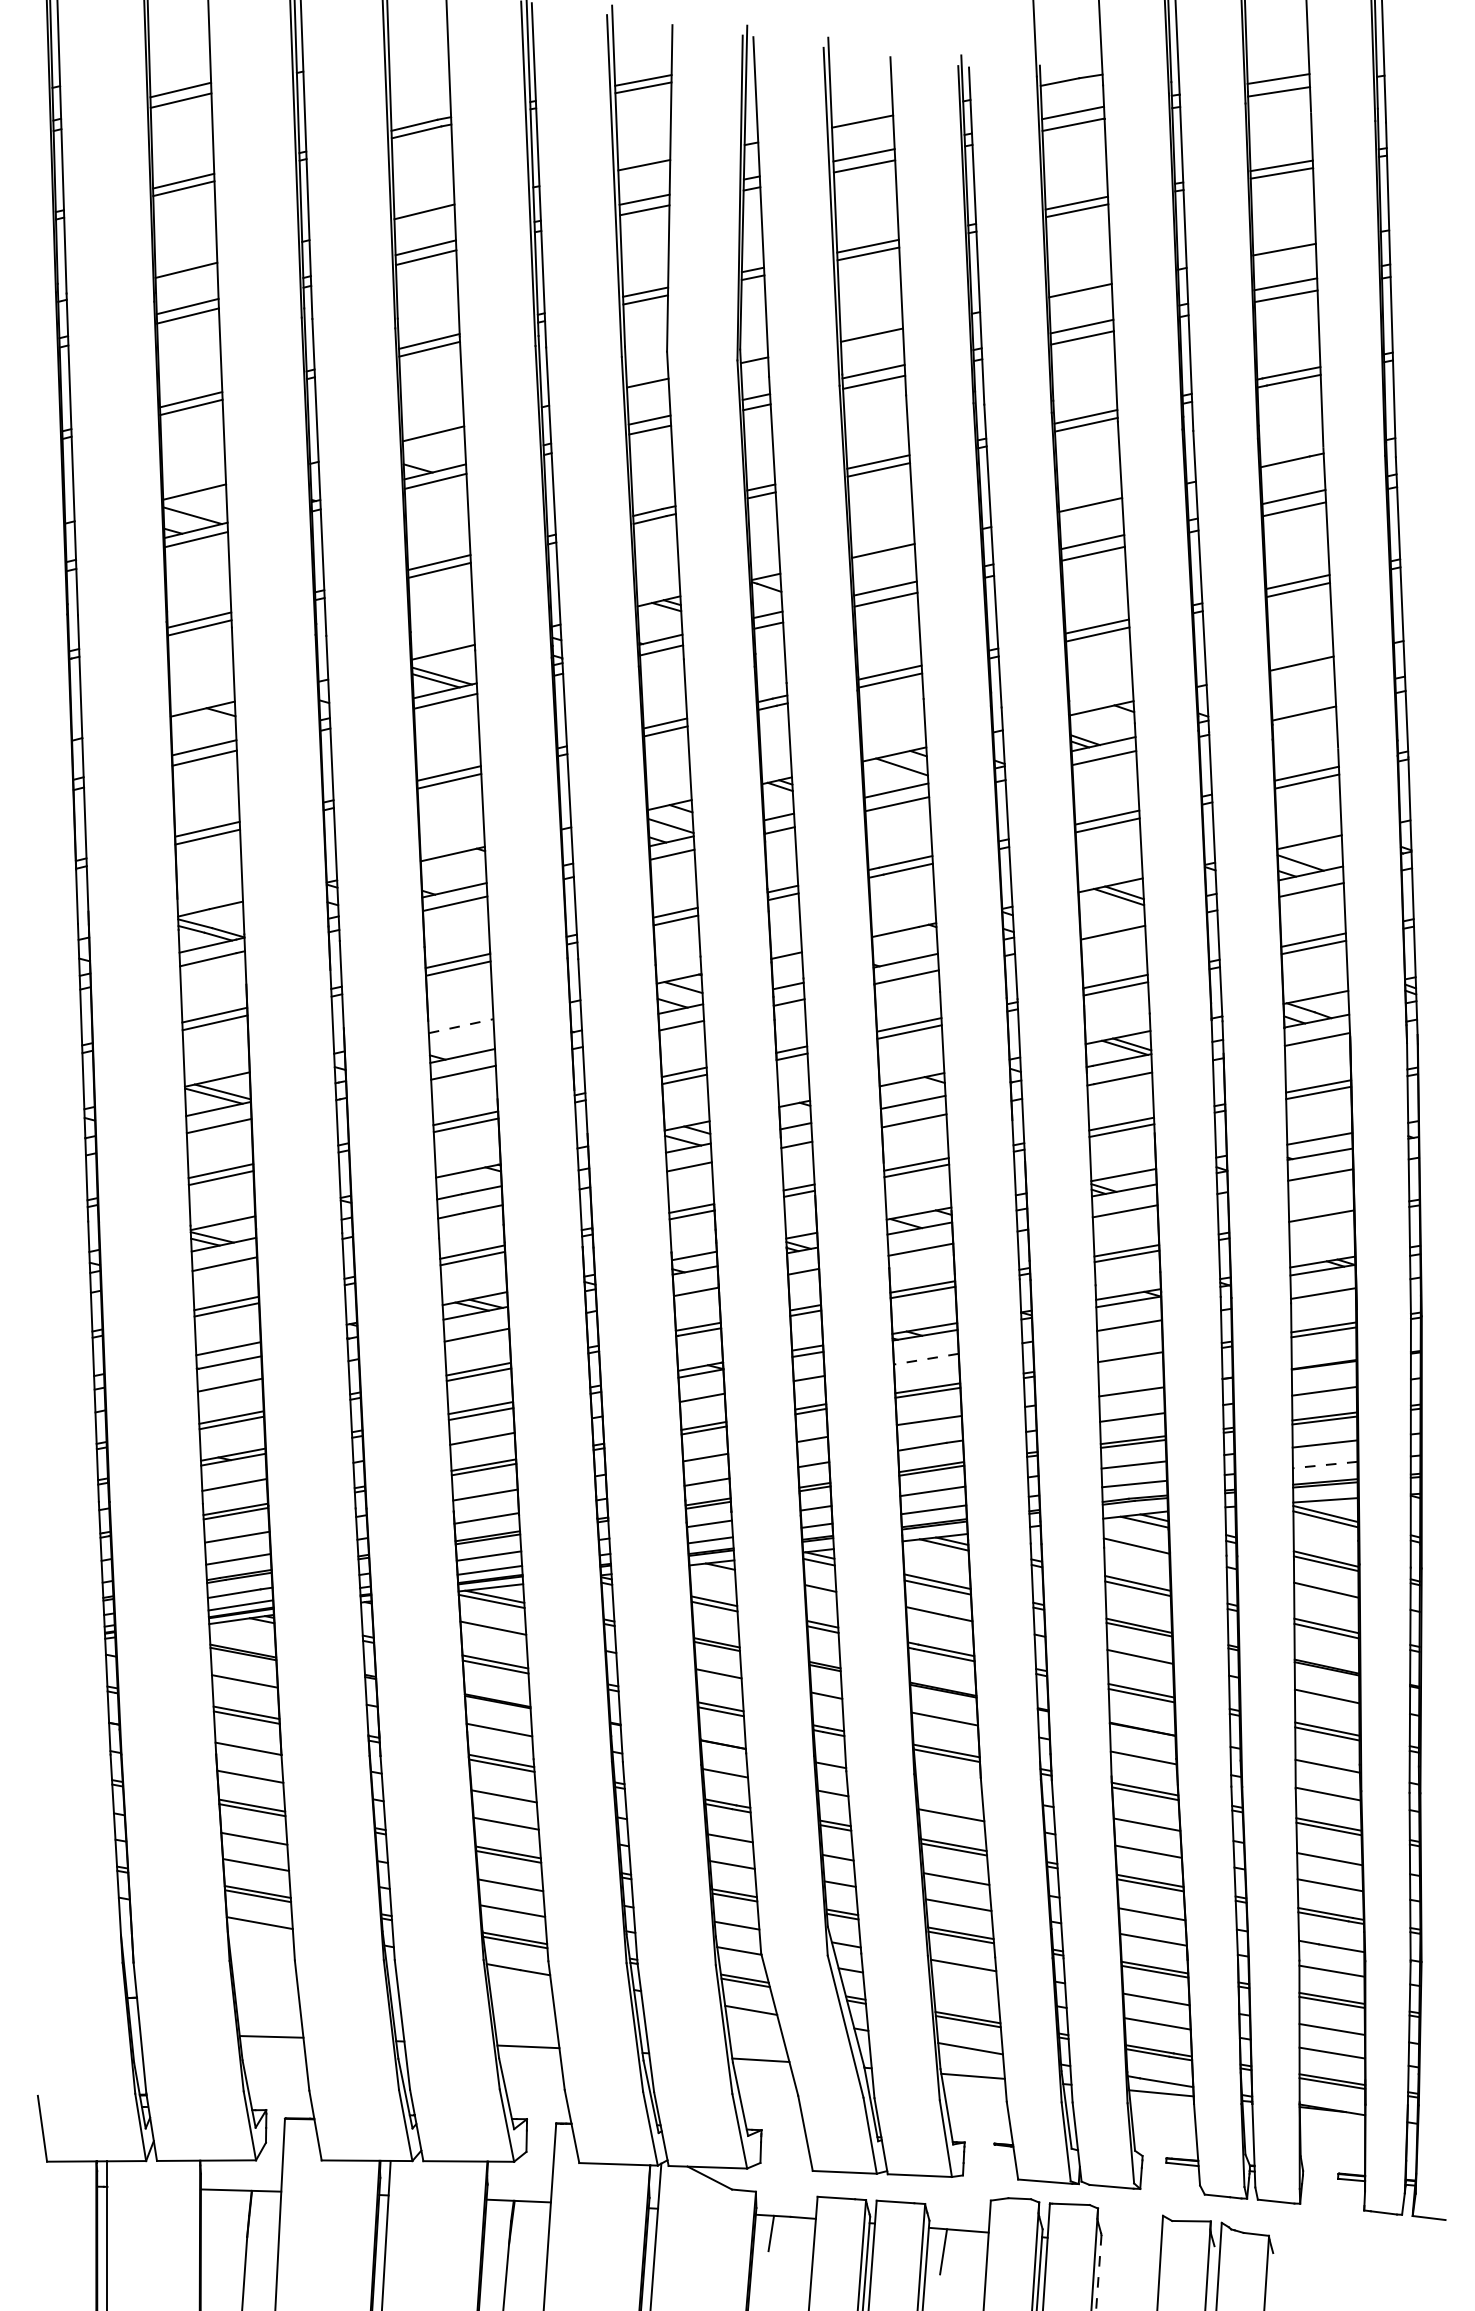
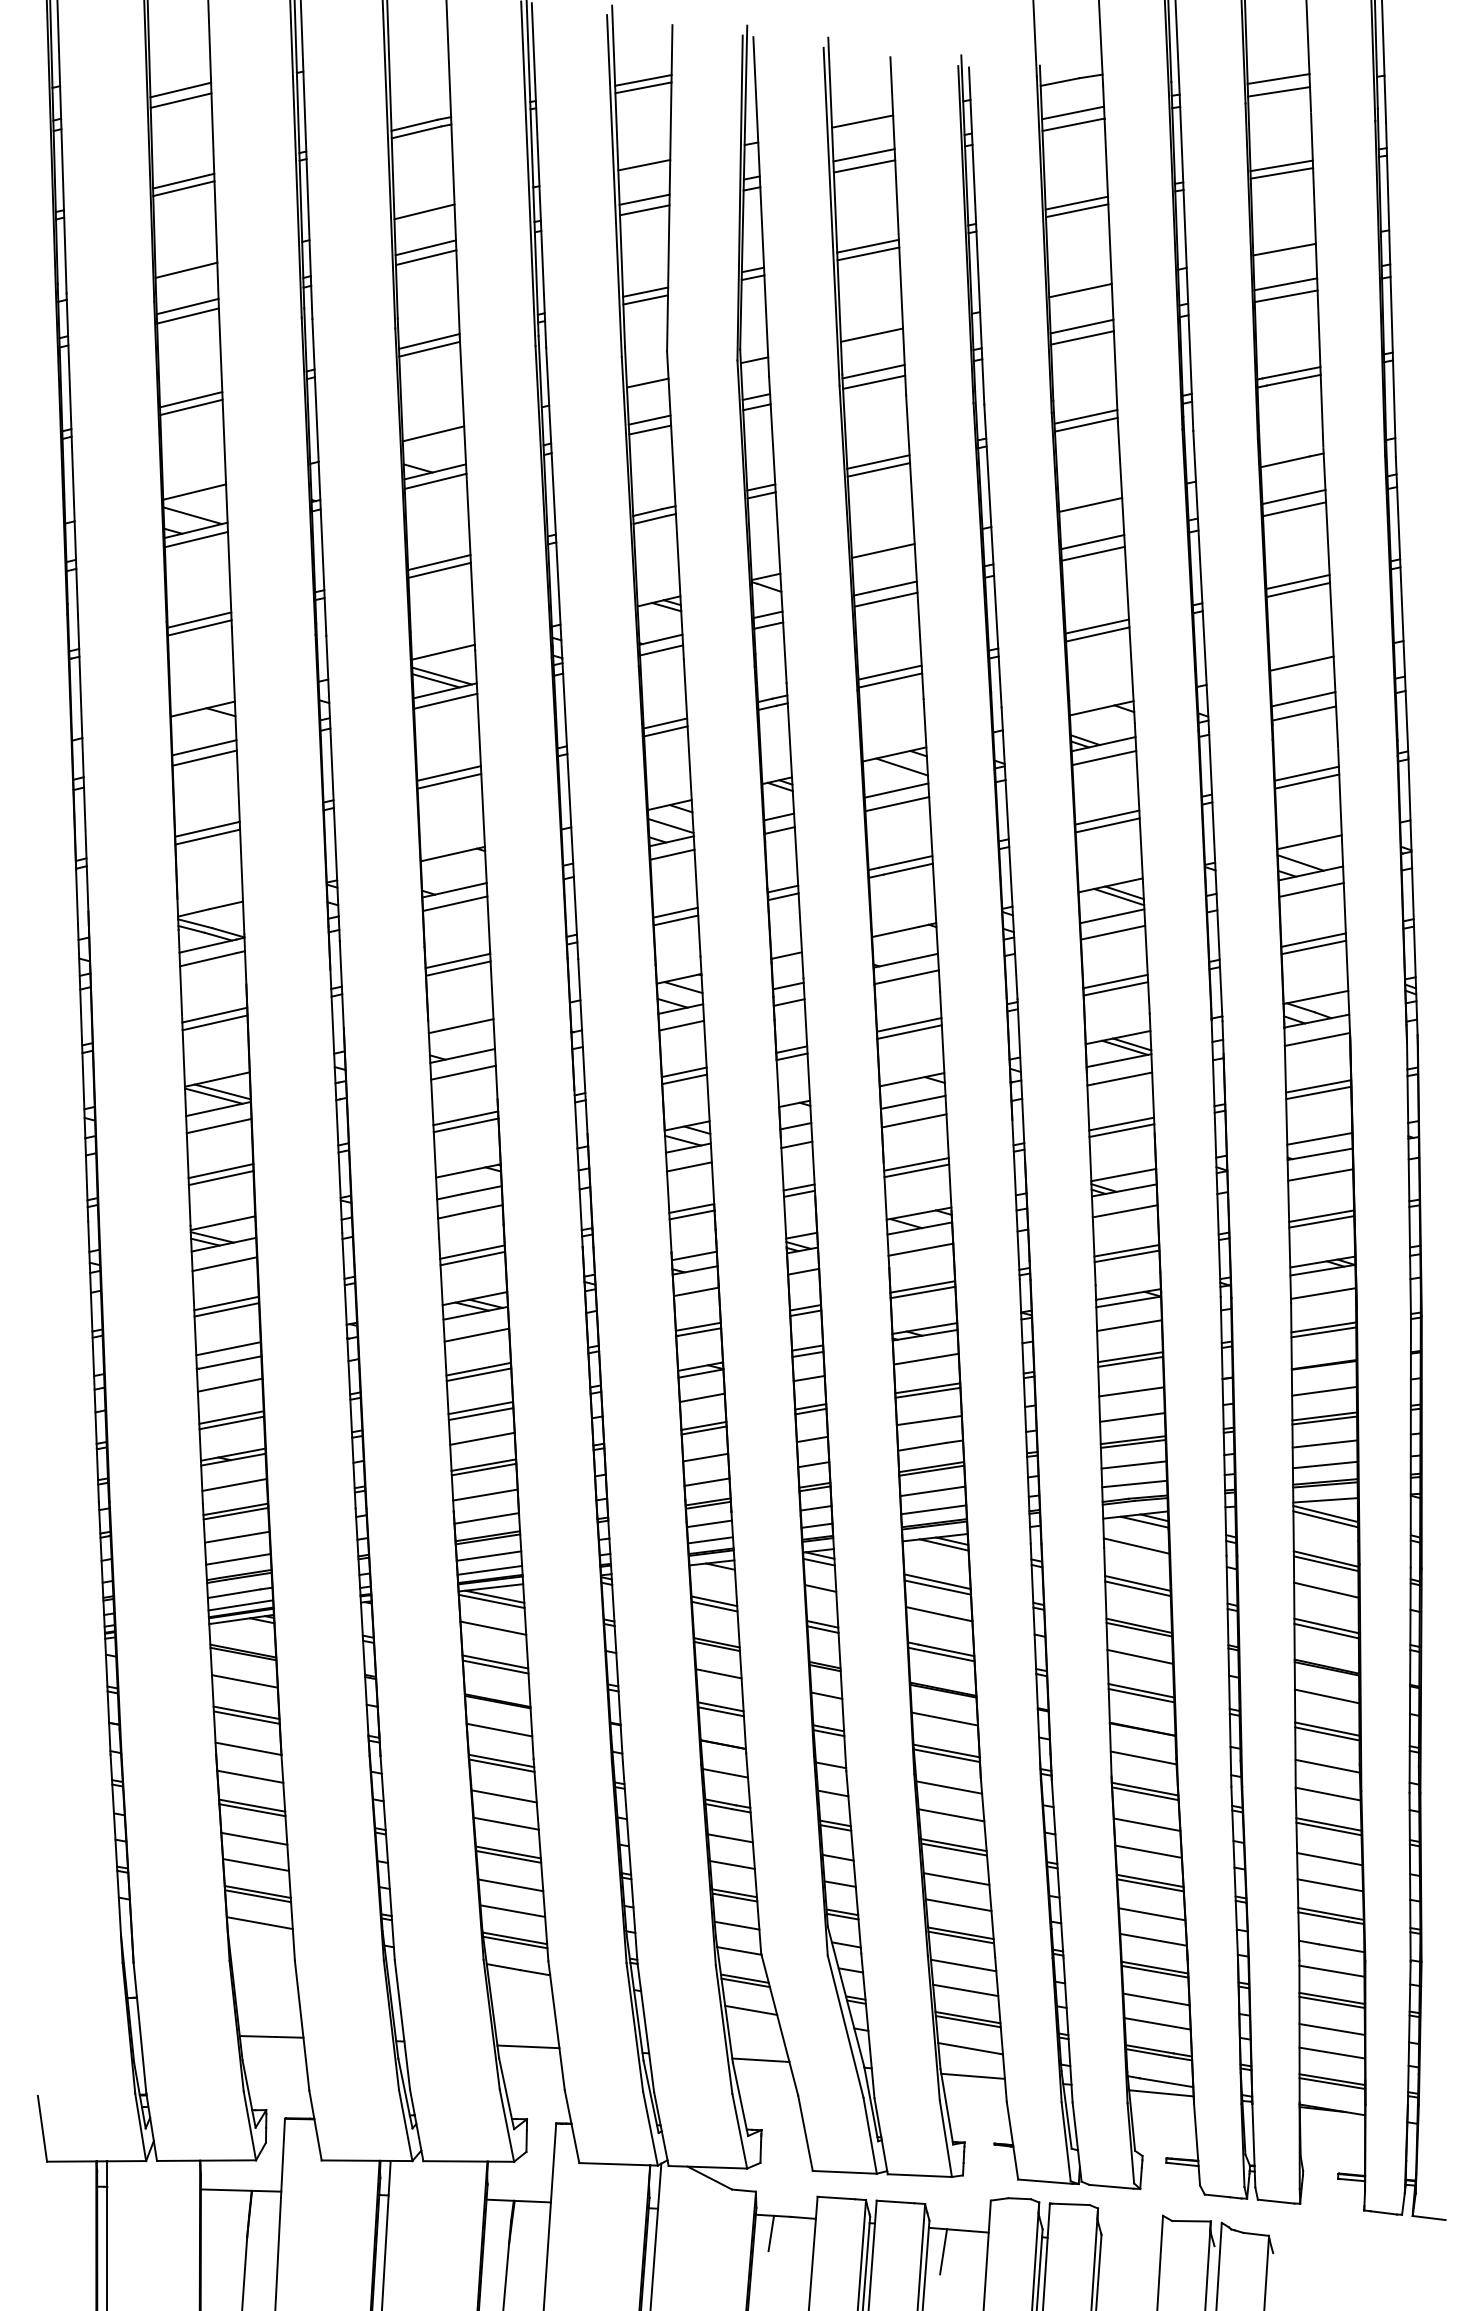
line at (1303, 699): none -> present
line at (1112, 916): none -> present
line at (461, 1026): dashed -> solid
line at (1321, 1221): none -> present
line at (926, 1359): dashed -> solid
line at (1130, 1361): none -> present
line at (1324, 1465): dashed -> solid
line at (949, 1787): none -> present
line at (965, 1990): none -> present
line at (1098, 2272): dashed -> solid
